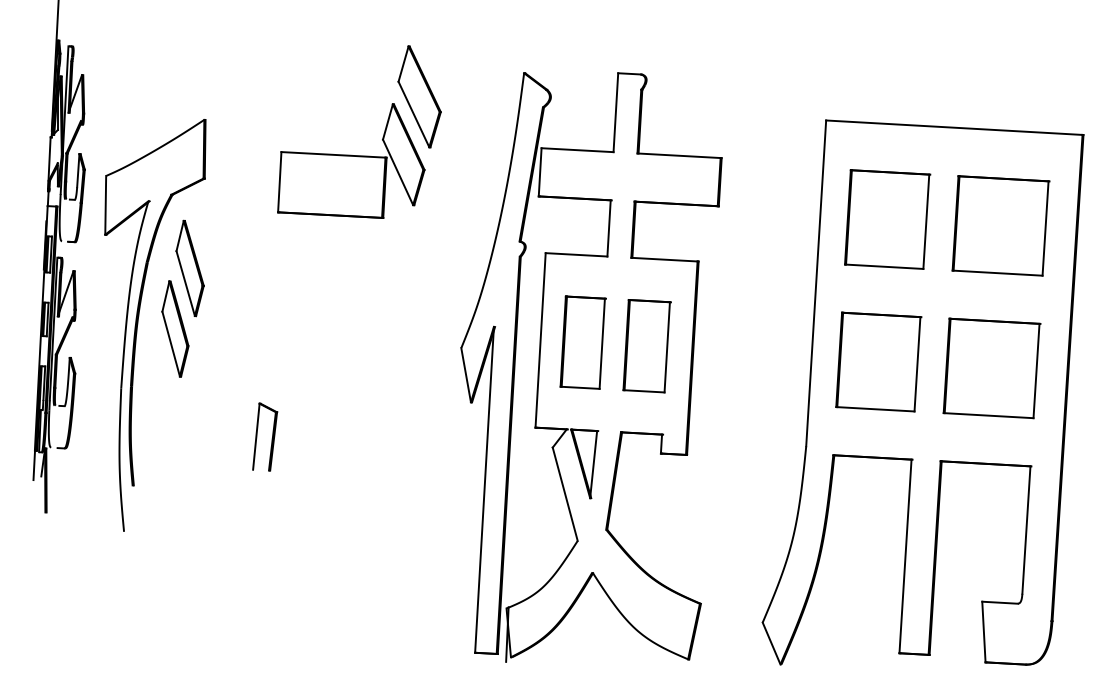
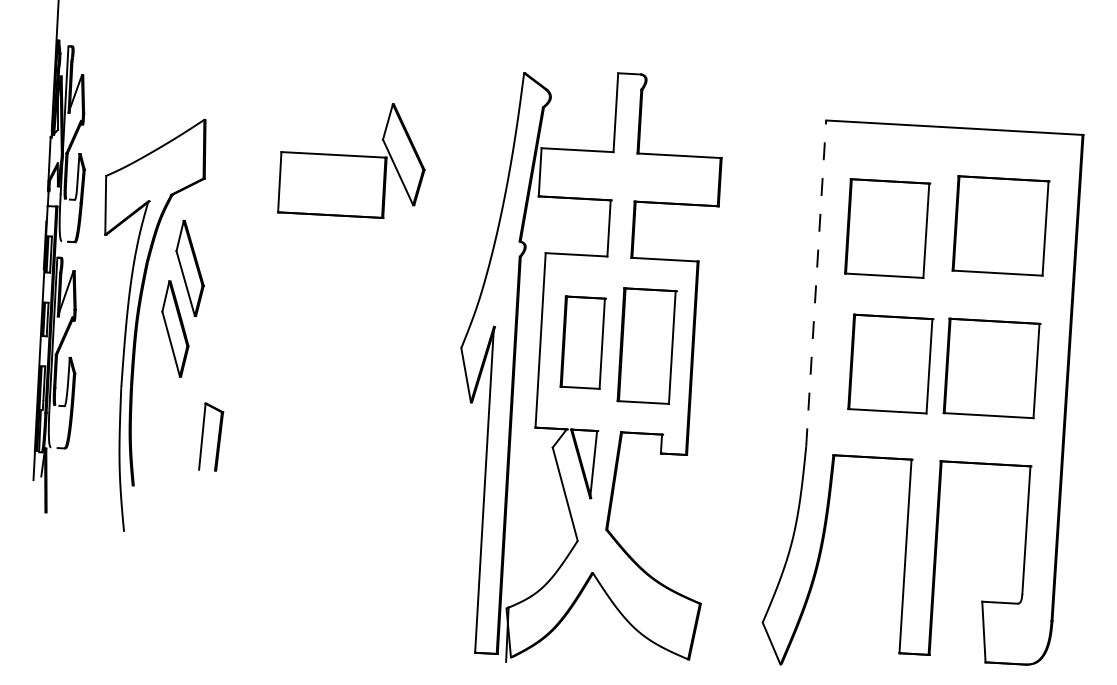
part at (419, 96): present -> none
part at (887, 219) position: (887, 219) -> (887, 228)
line at (816, 282): solid -> dashed
part at (646, 346) size: 50x95 px -> 62x118 px
part at (878, 361) position: (878, 361) -> (890, 363)
part at (271, 438) position: (271, 438) -> (217, 438)
